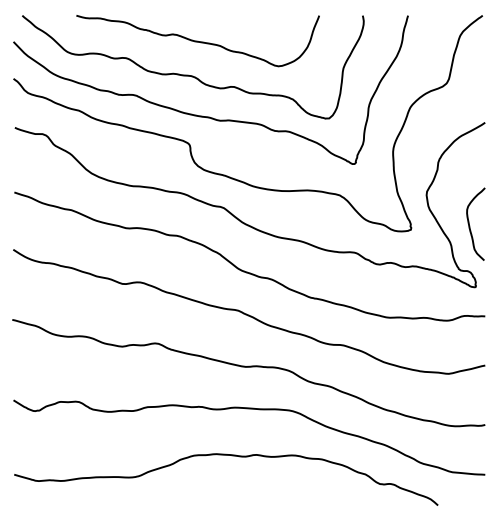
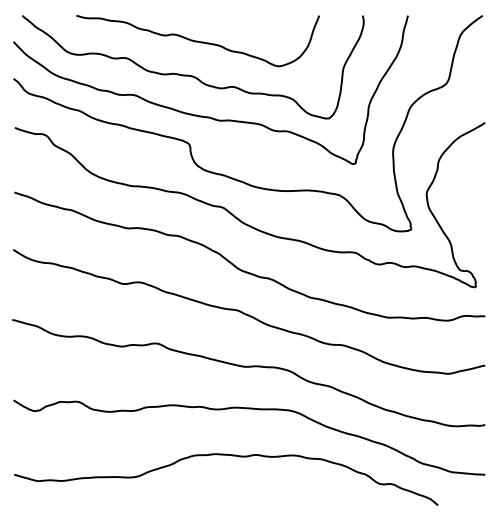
curve at (470, 225): present -> none
